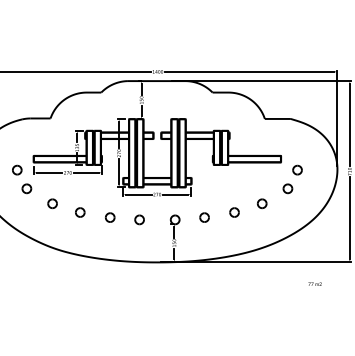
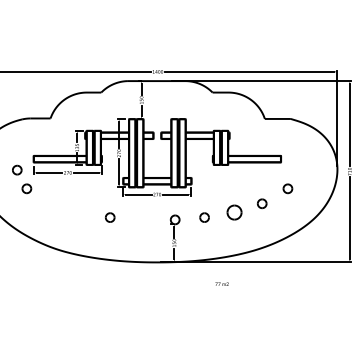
part at (297, 169): present -> none
part at (52, 203): present -> none
part at (80, 212): present -> none
part at (234, 212) size: 11x11 px -> 17x17 px
part at (139, 219): present -> none
text at (314, 283) position: (314, 283) -> (221, 283)
